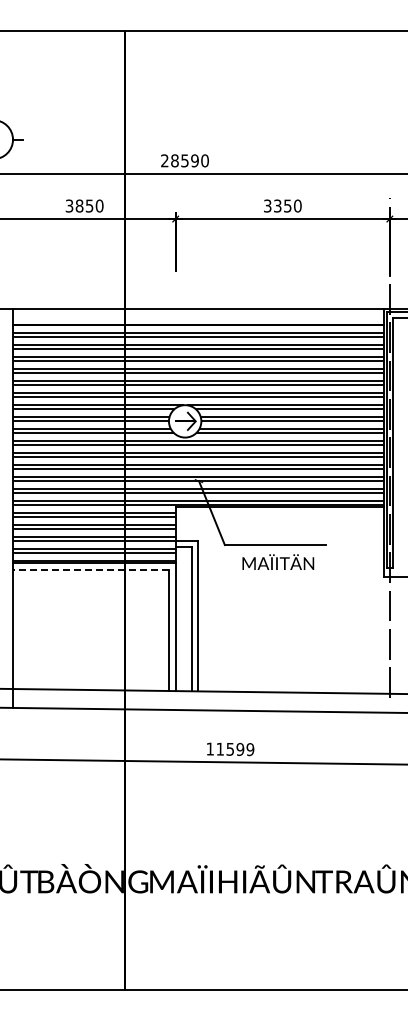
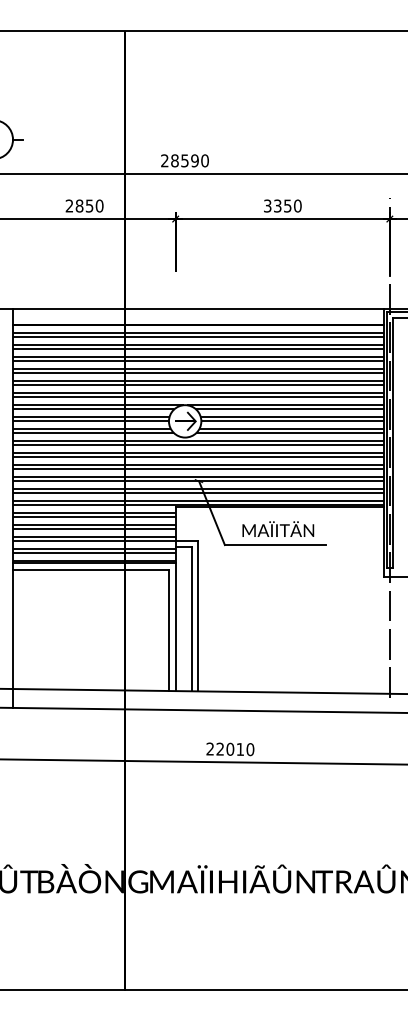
text at (69, 206): 3850 -> 2850
text at (278, 561) position: (278, 561) -> (278, 528)
line at (90, 569): dashed -> solid
text at (230, 749): 11599 -> 22010
